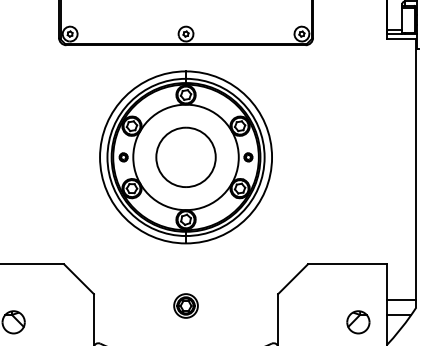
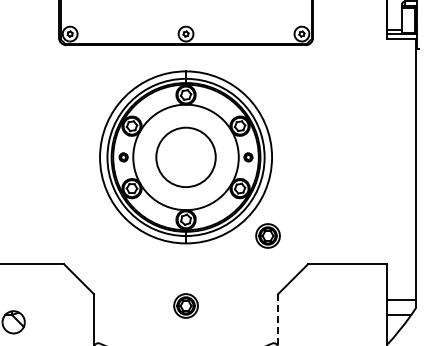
part at (267, 235): none -> present
line at (278, 319): solid -> dashed
part at (358, 322): present -> none
